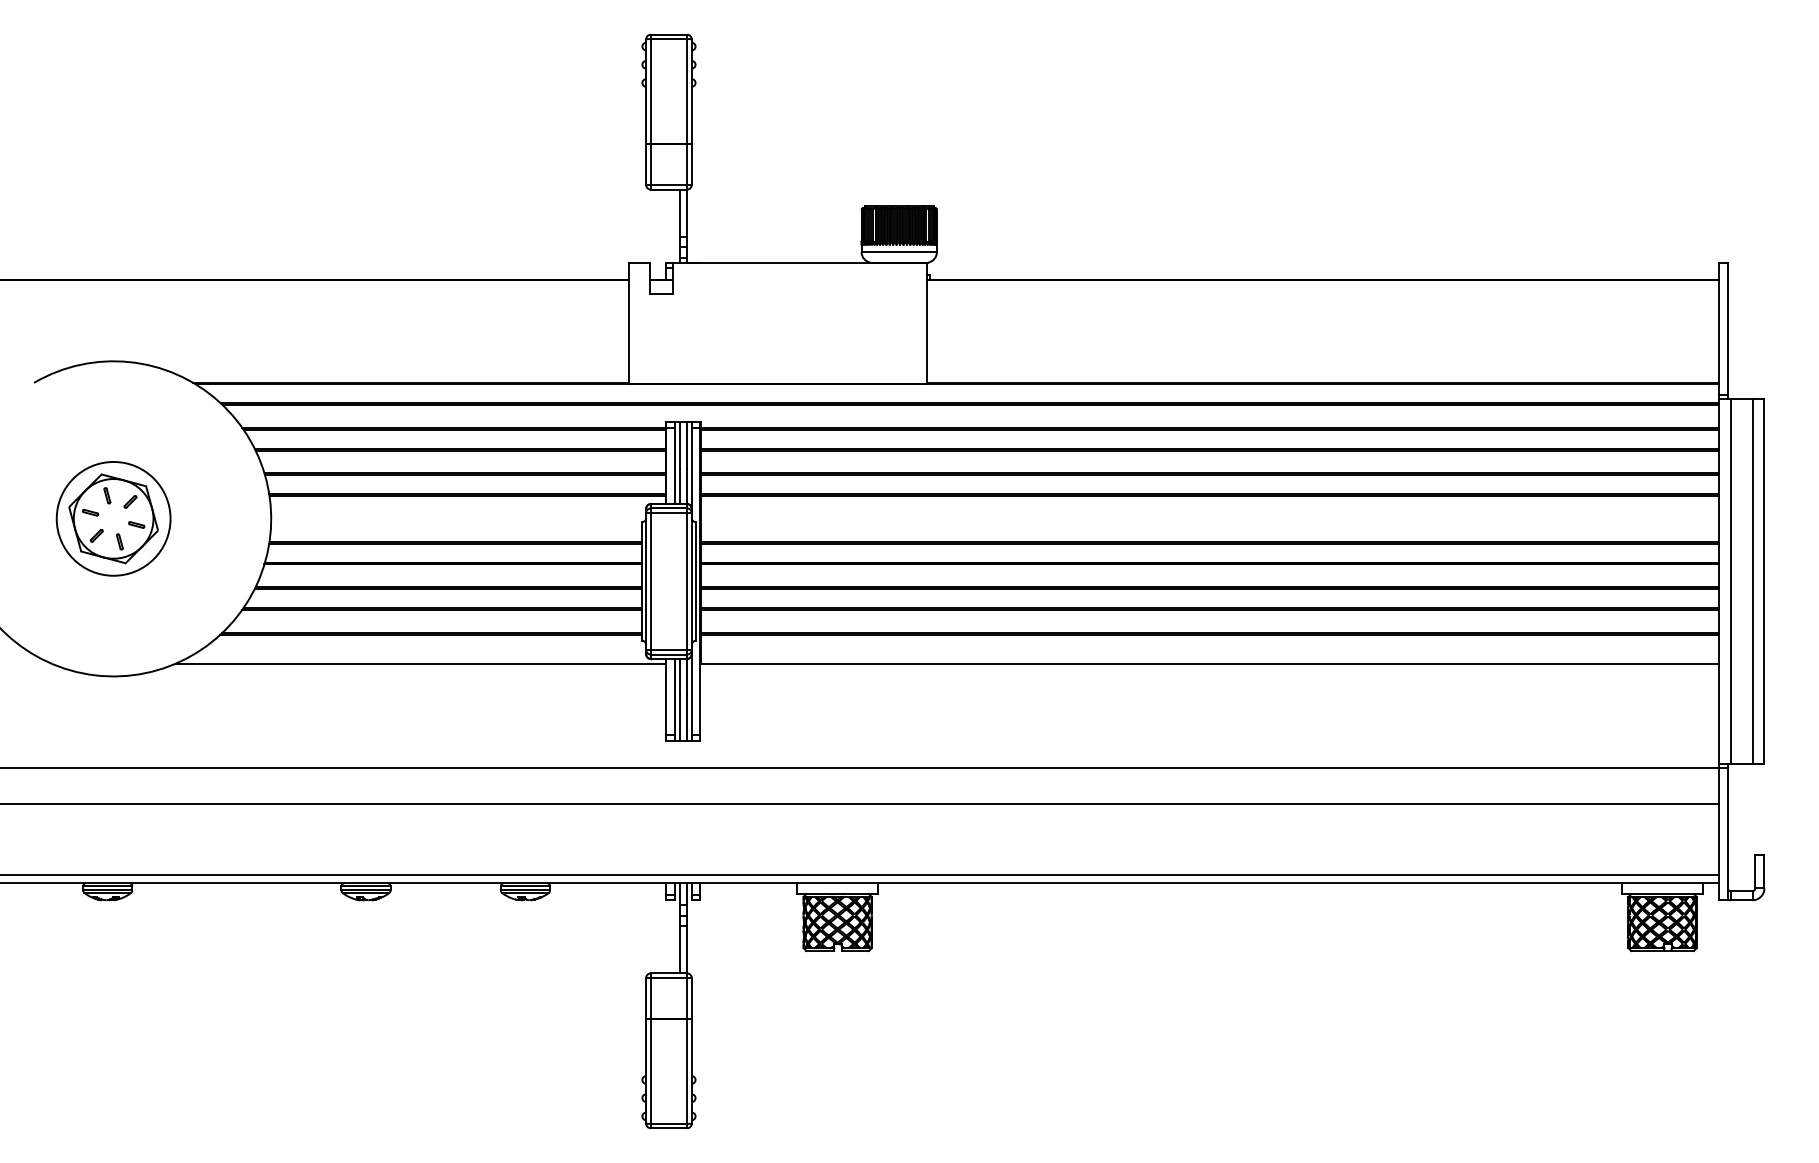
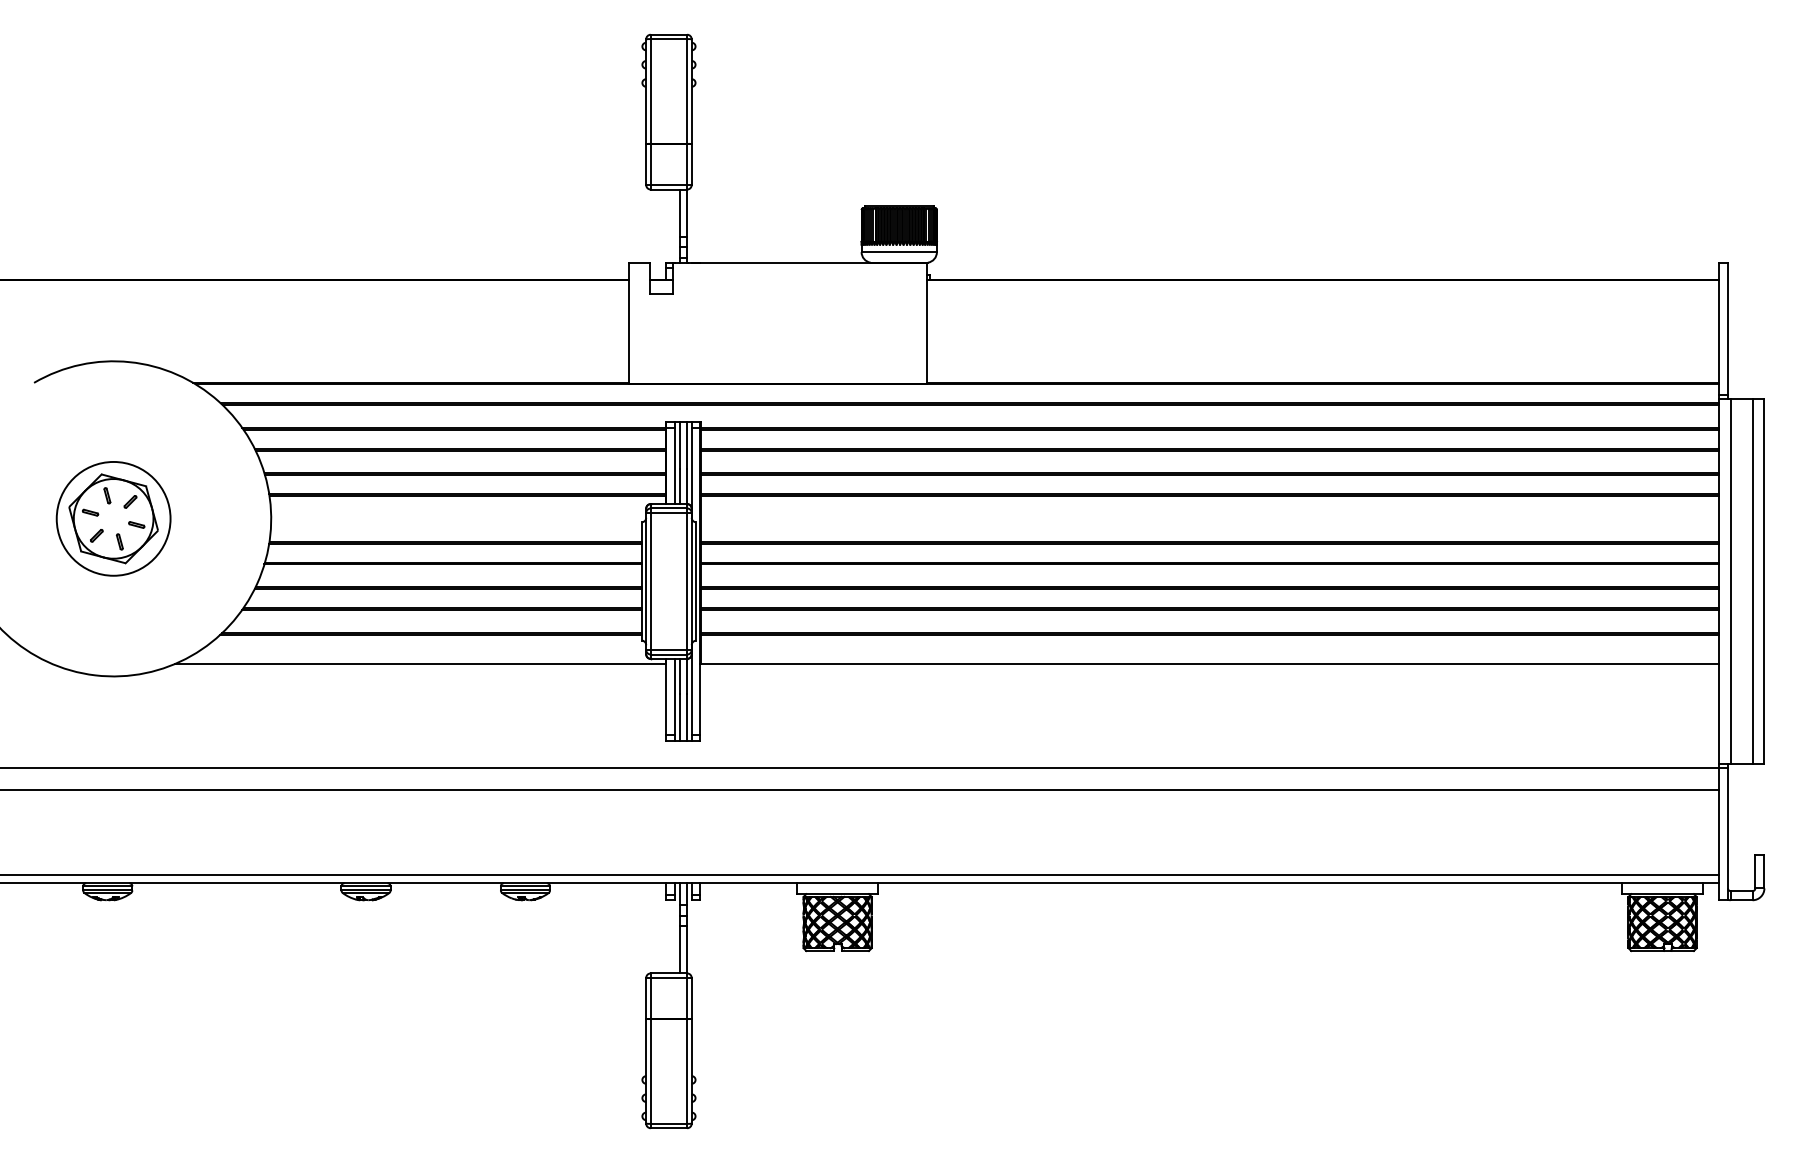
line at (860, 804) position: (860, 804) -> (860, 790)
